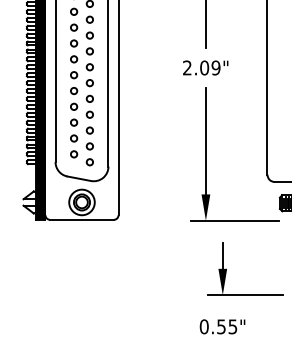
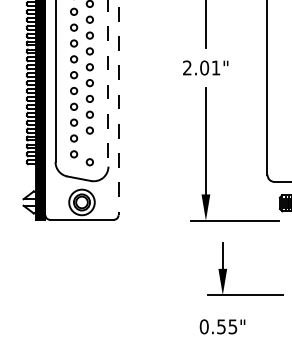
text at (215, 67): 2.09" -> 2.01"
line at (108, 83): solid -> dashed
line at (118, 108): solid -> dashed
circle at (89, 146): present -> none
